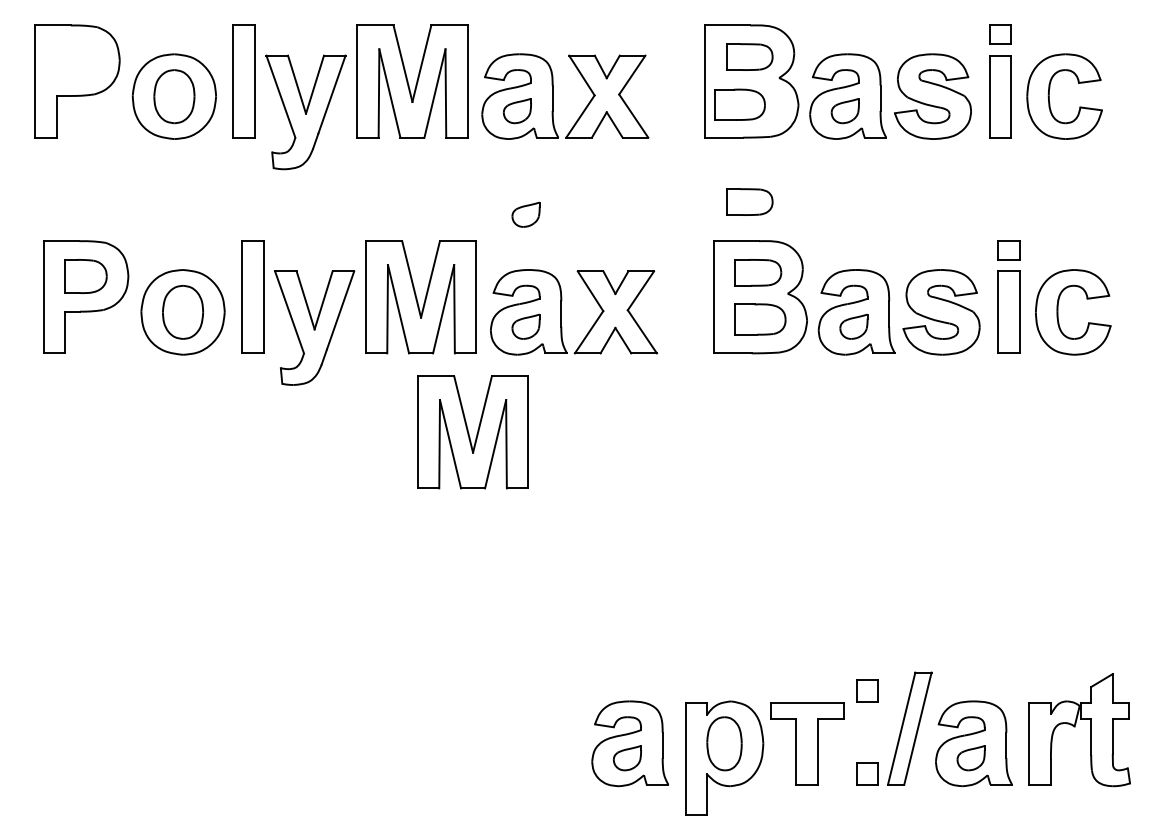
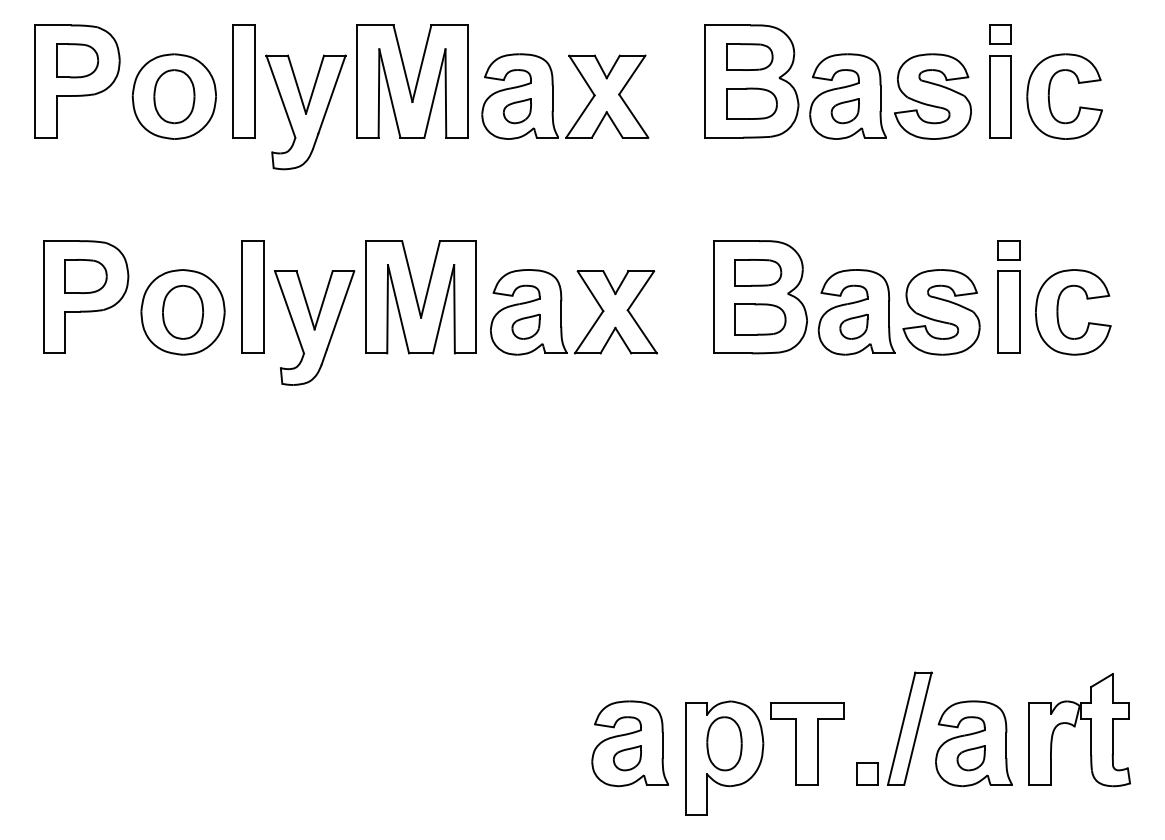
part at (77, 60): none -> present
part at (739, 104) position: (739, 104) -> (751, 103)
part at (749, 201): present -> none
part at (525, 214): present -> none
part at (472, 432): present -> none
part at (867, 690): present -> none
